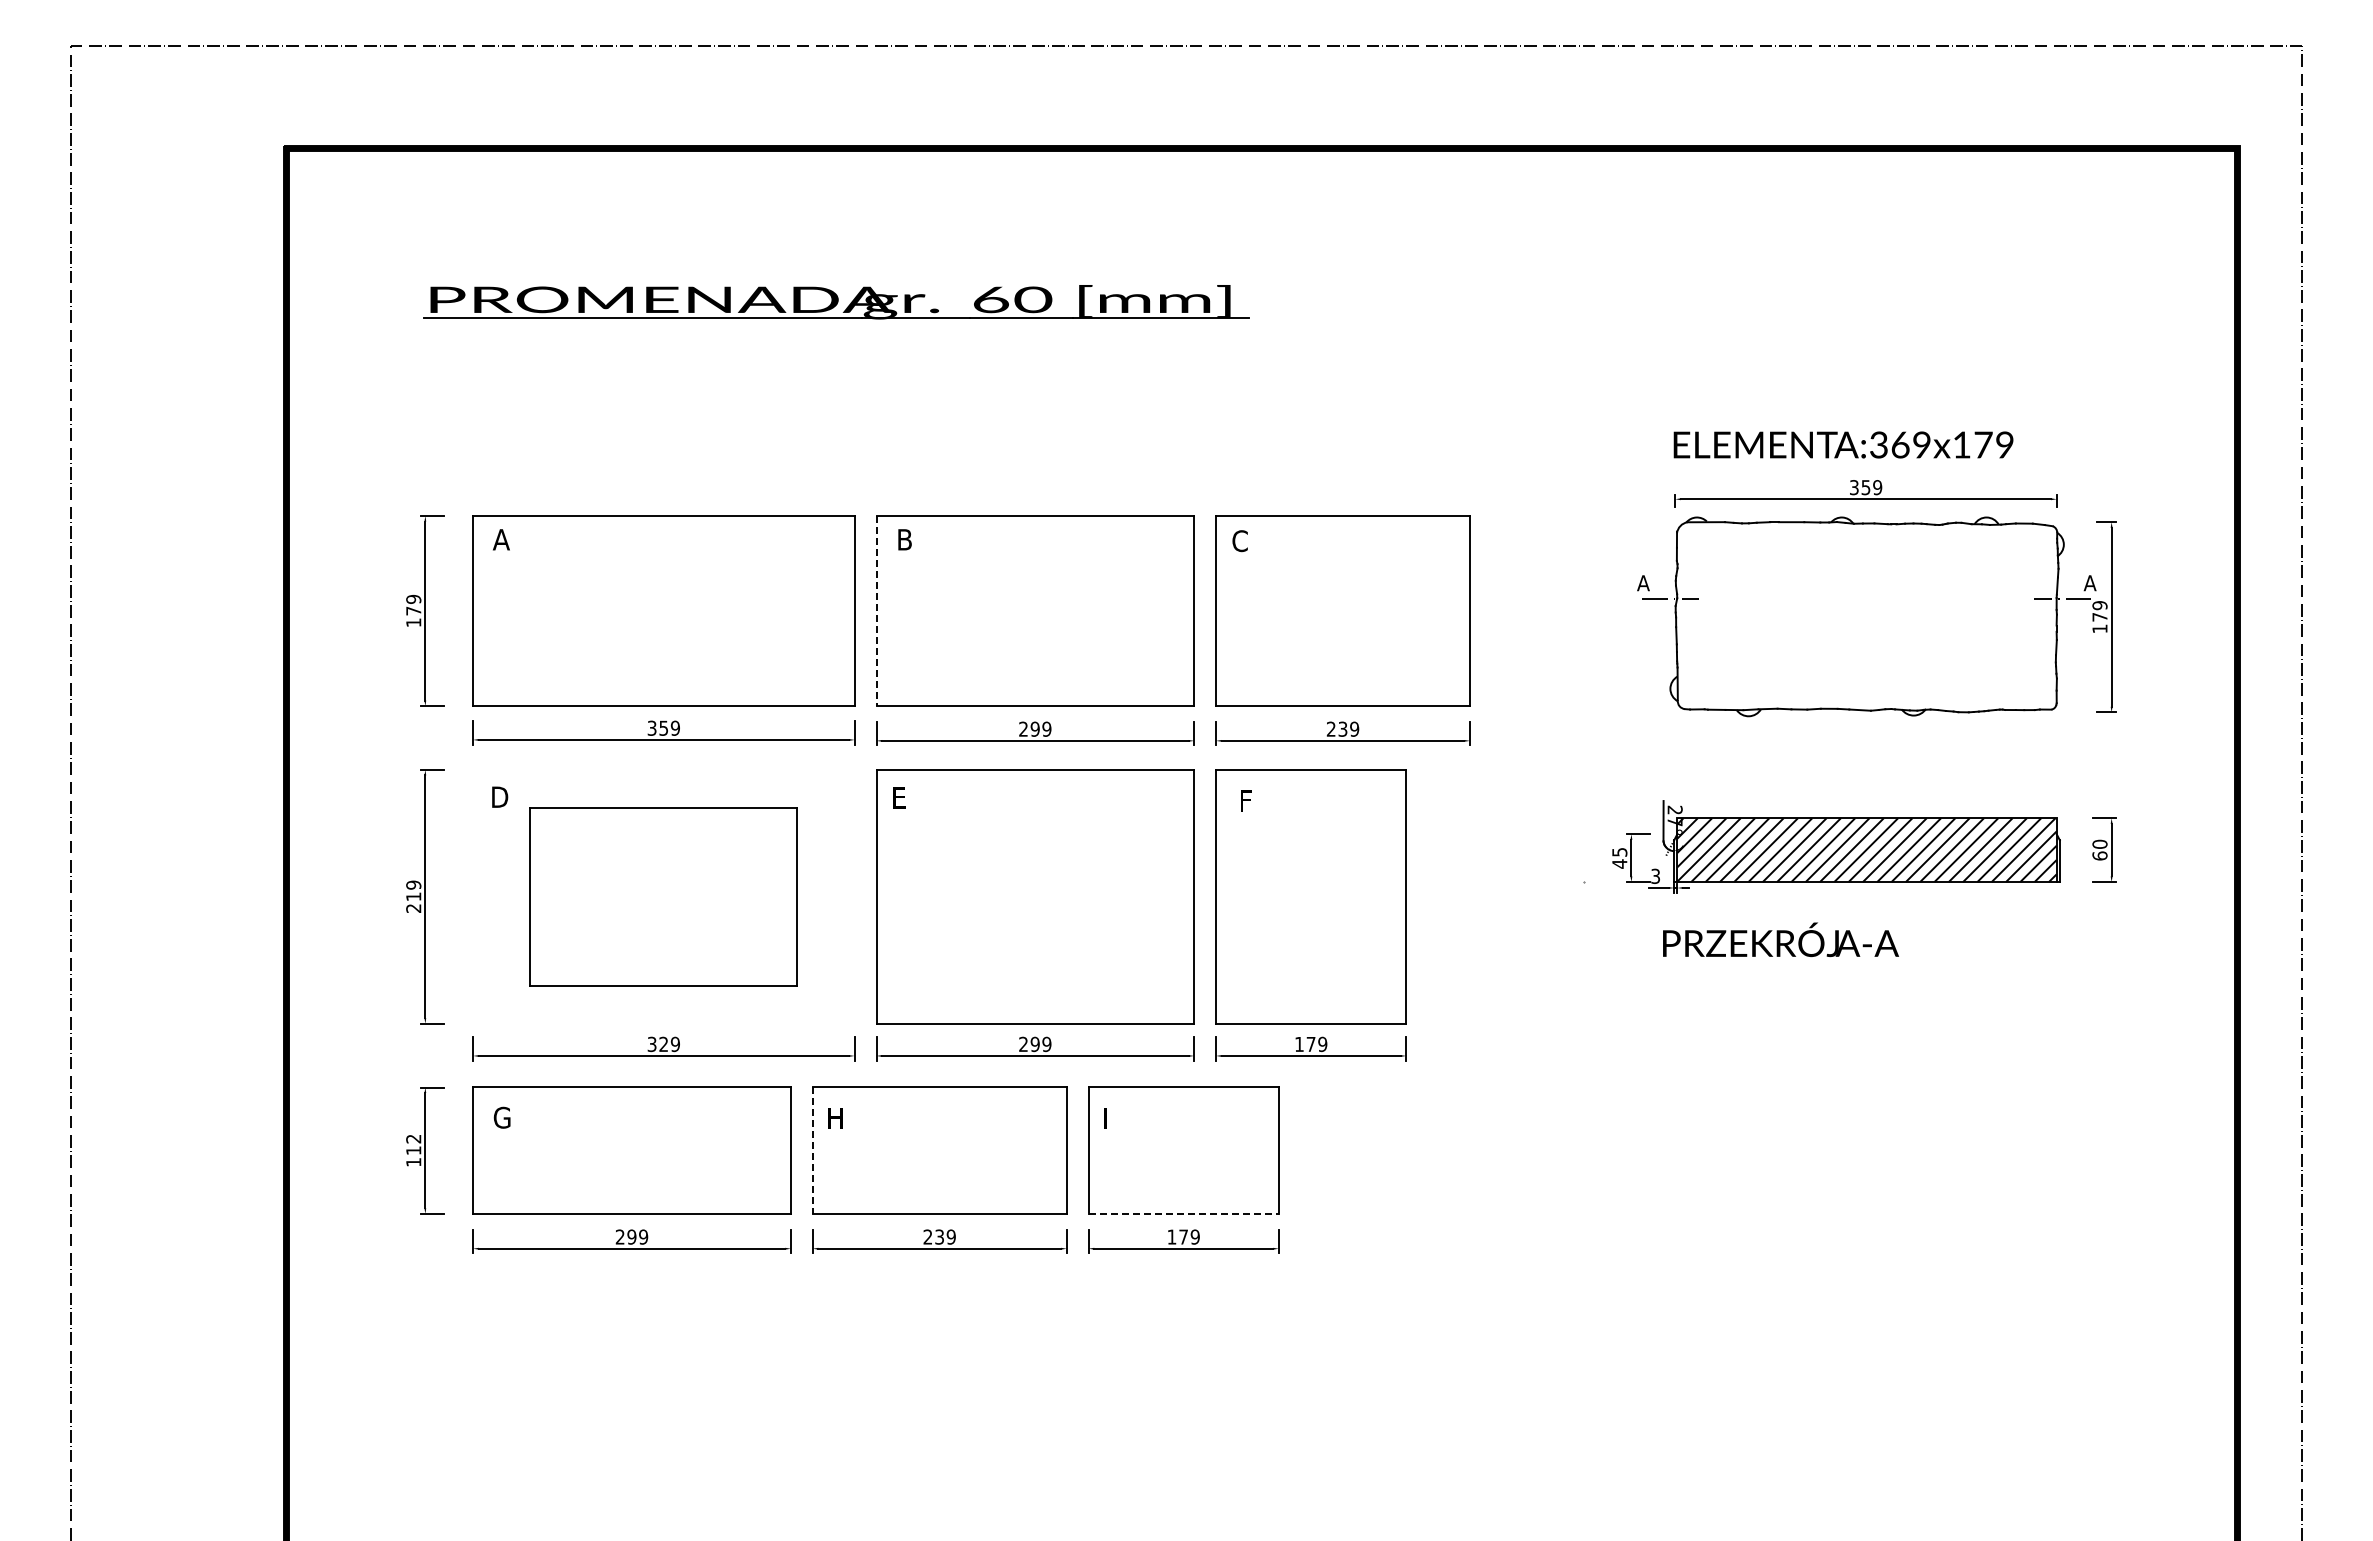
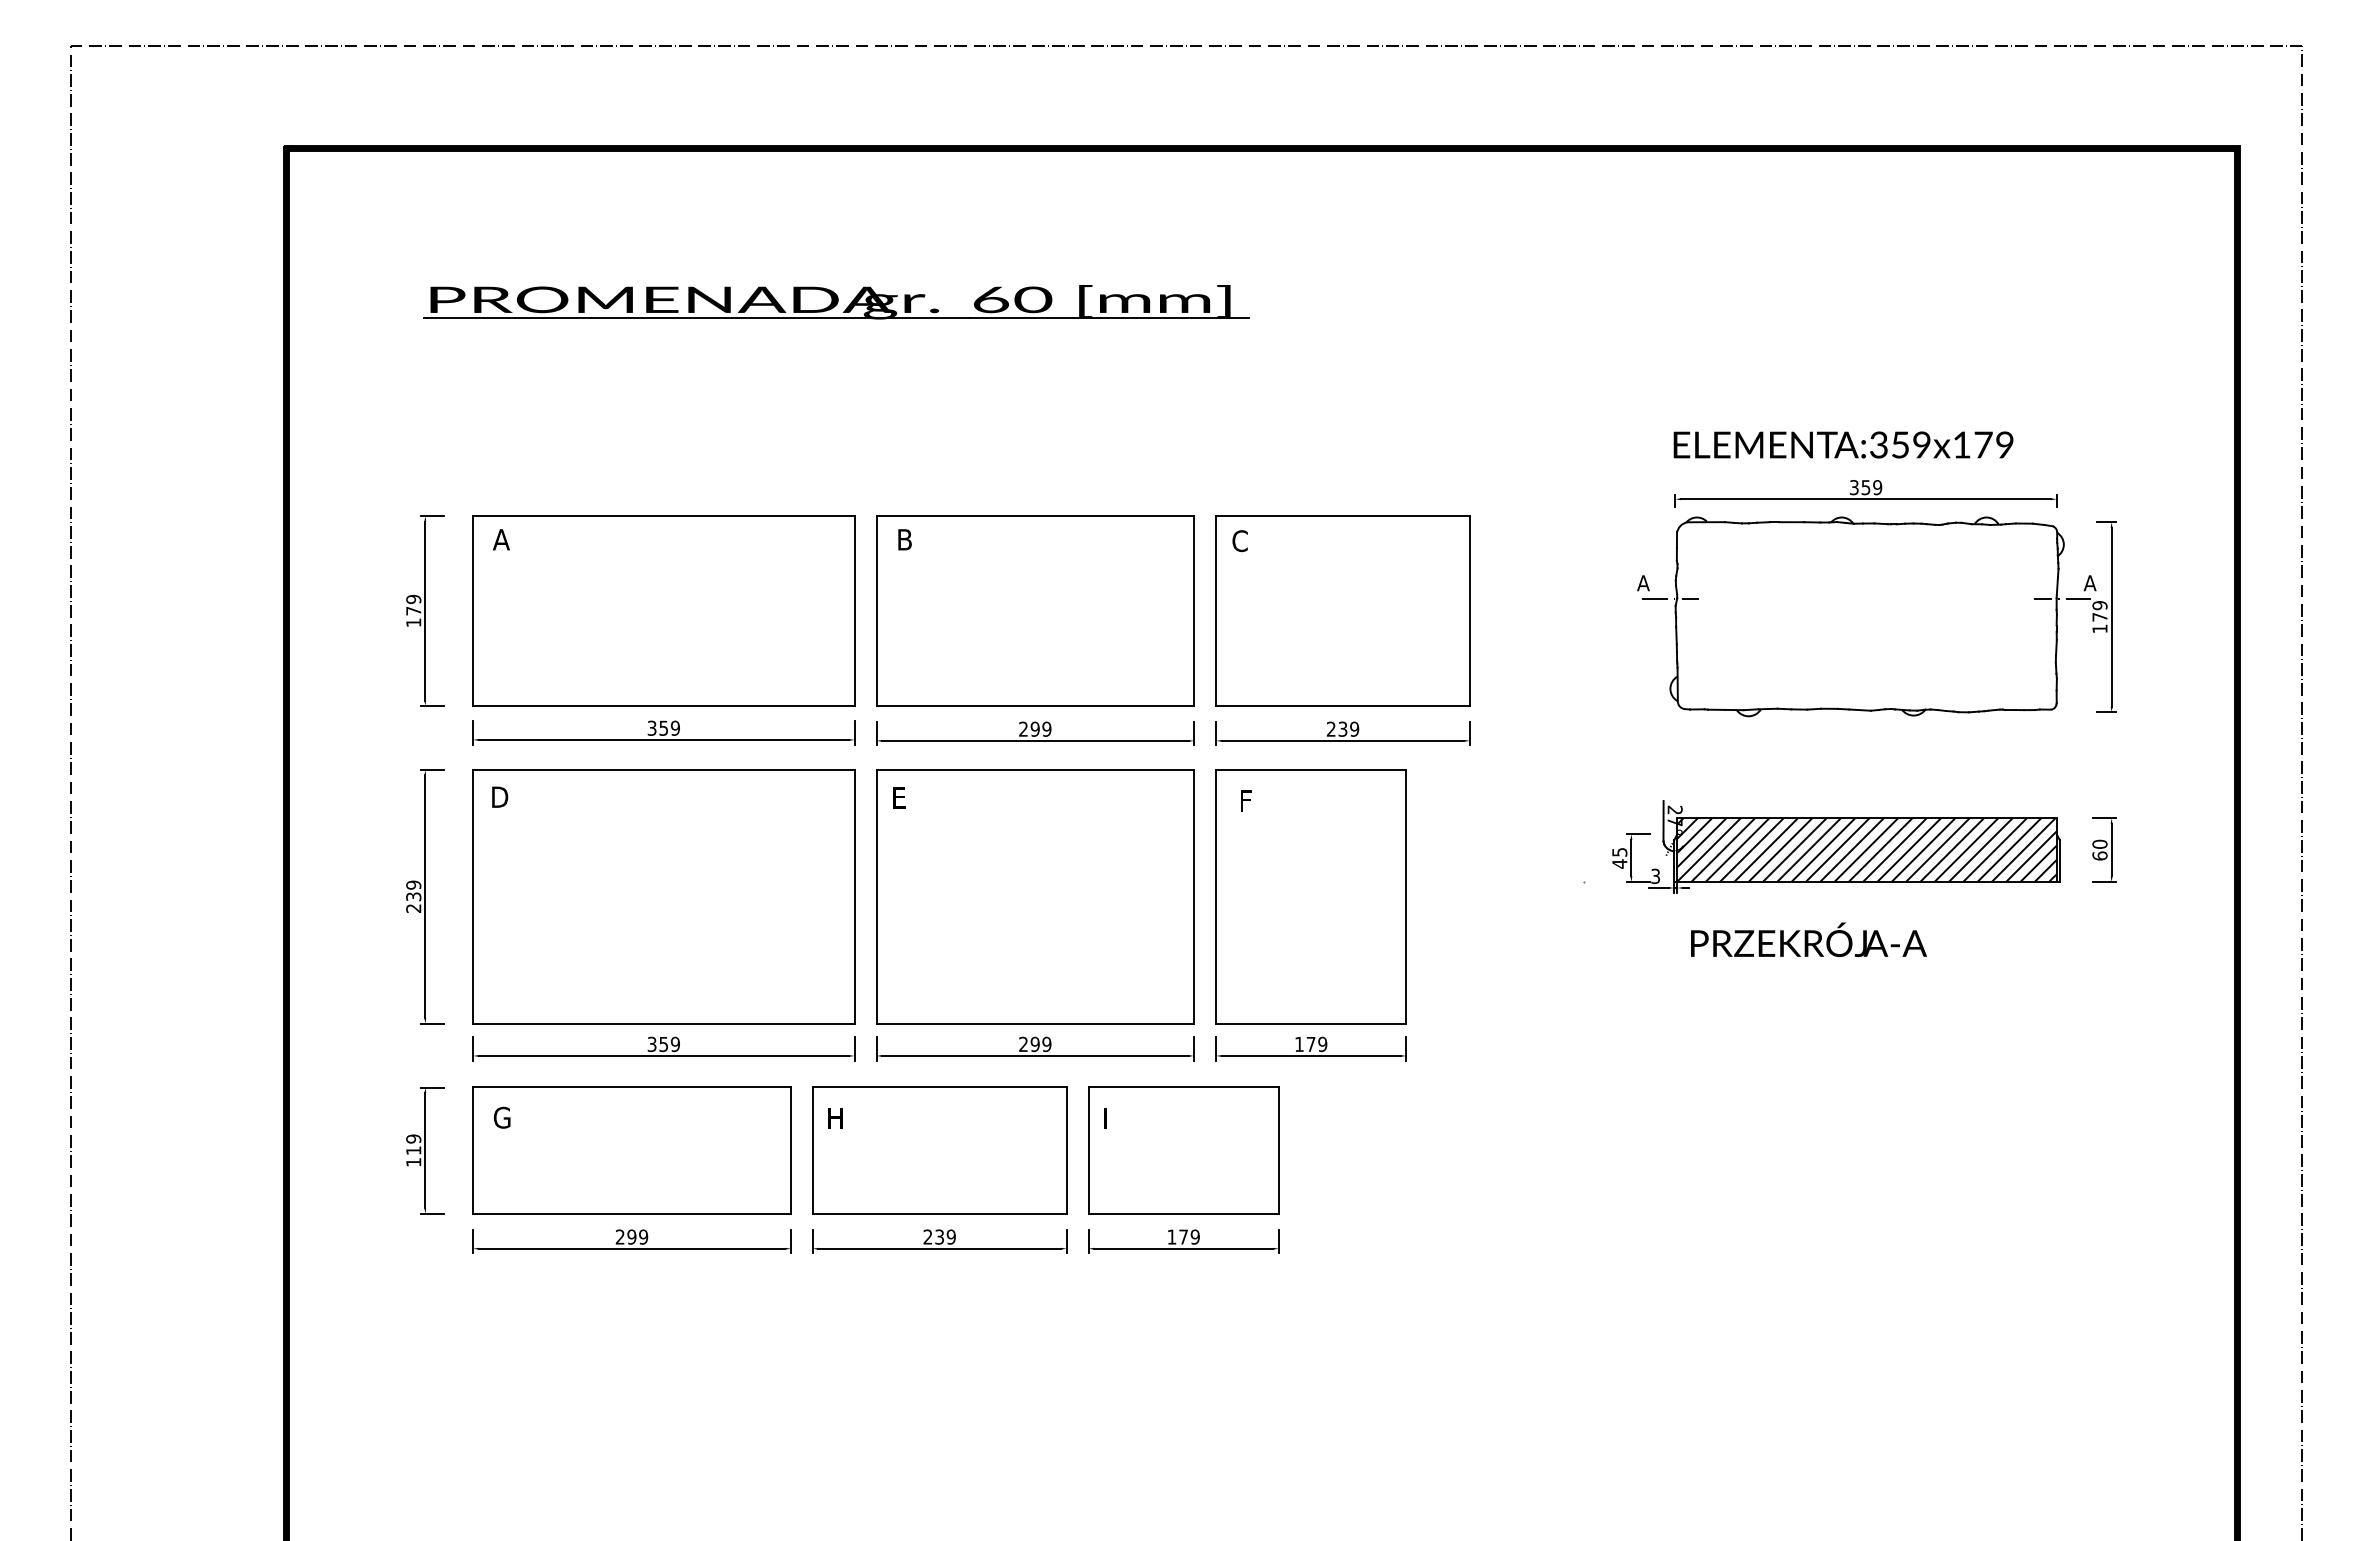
text at (1900, 444): A:369x179 -> A:359x179
line at (876, 611): dashed -> solid
text at (413, 896): 219 -> 239
part at (663, 896) size: 269x180 px -> 384x256 px
text at (1780, 939) position: (1780, 939) -> (1808, 939)
text at (663, 1044): 329 -> 359
text at (413, 1138): 112 -> 119
line at (812, 1151): dashed -> solid
line at (1184, 1213): dashed -> solid
